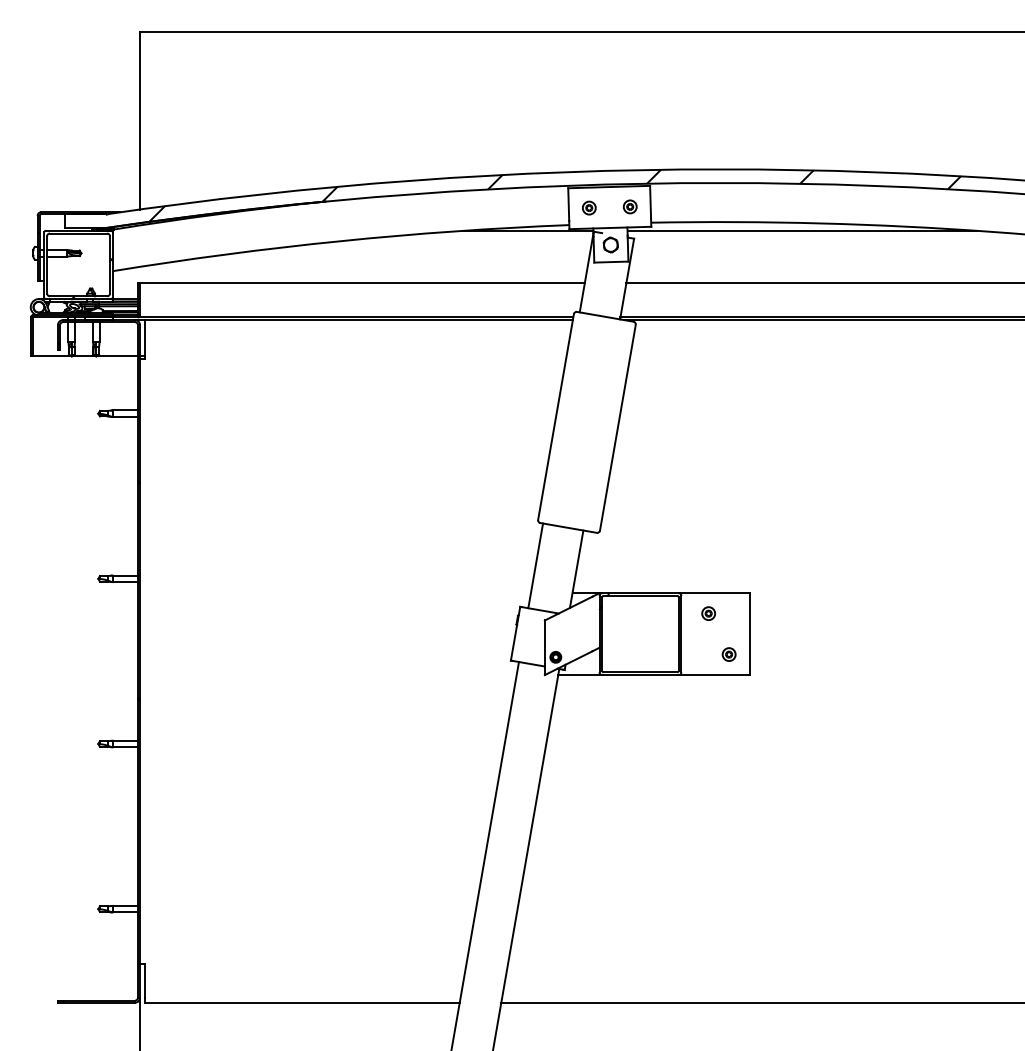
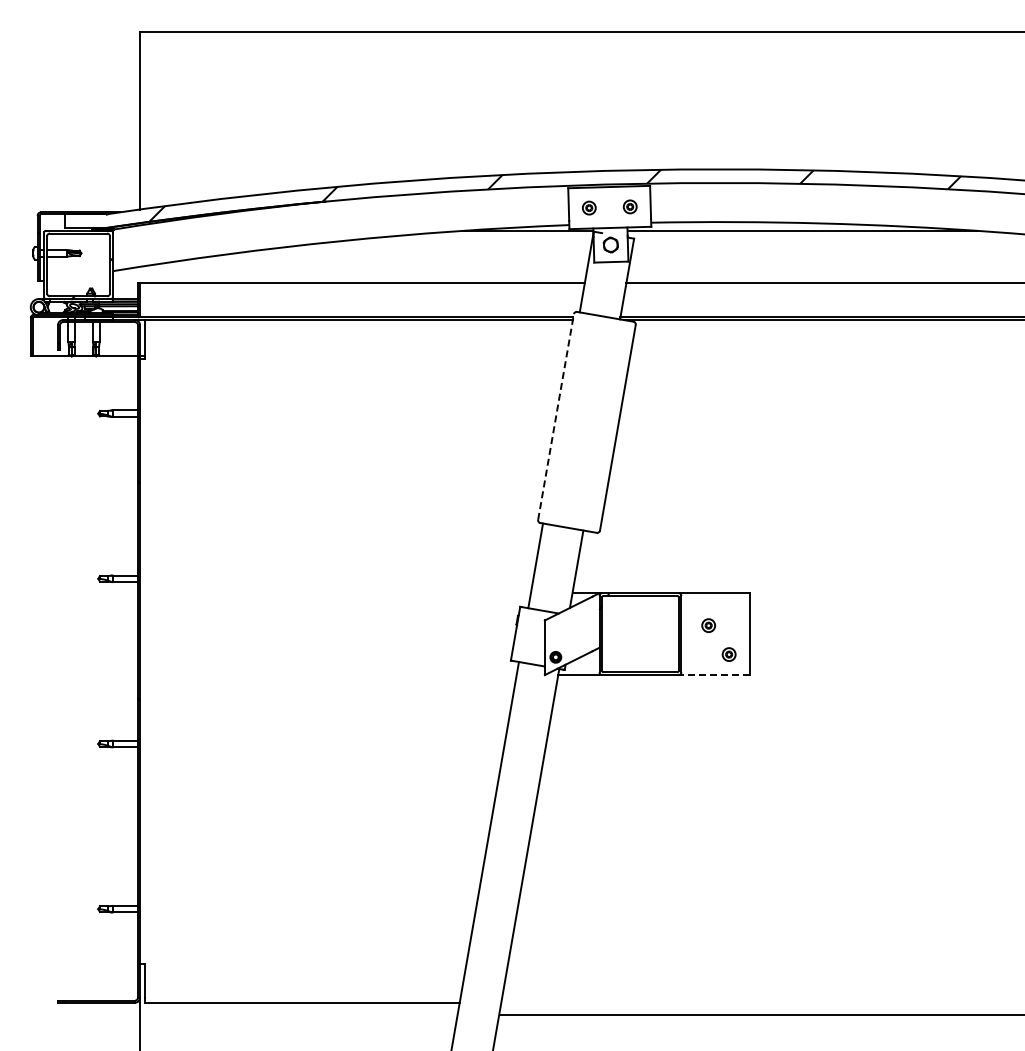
line at (556, 416): solid -> dashed
part at (708, 613) position: (708, 613) -> (708, 625)
line at (713, 675): solid -> dashed
line at (761, 1002) position: (761, 1002) -> (761, 1014)
